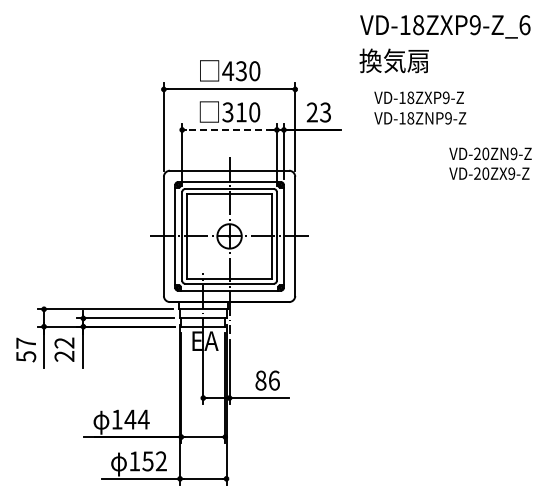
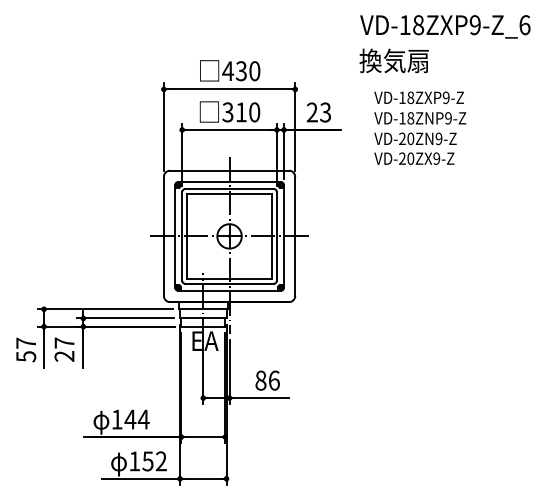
line at (229, 129): dashed -> solid
text at (490, 163) position: (490, 163) -> (415, 148)
text at (64, 342): 22 -> 27
